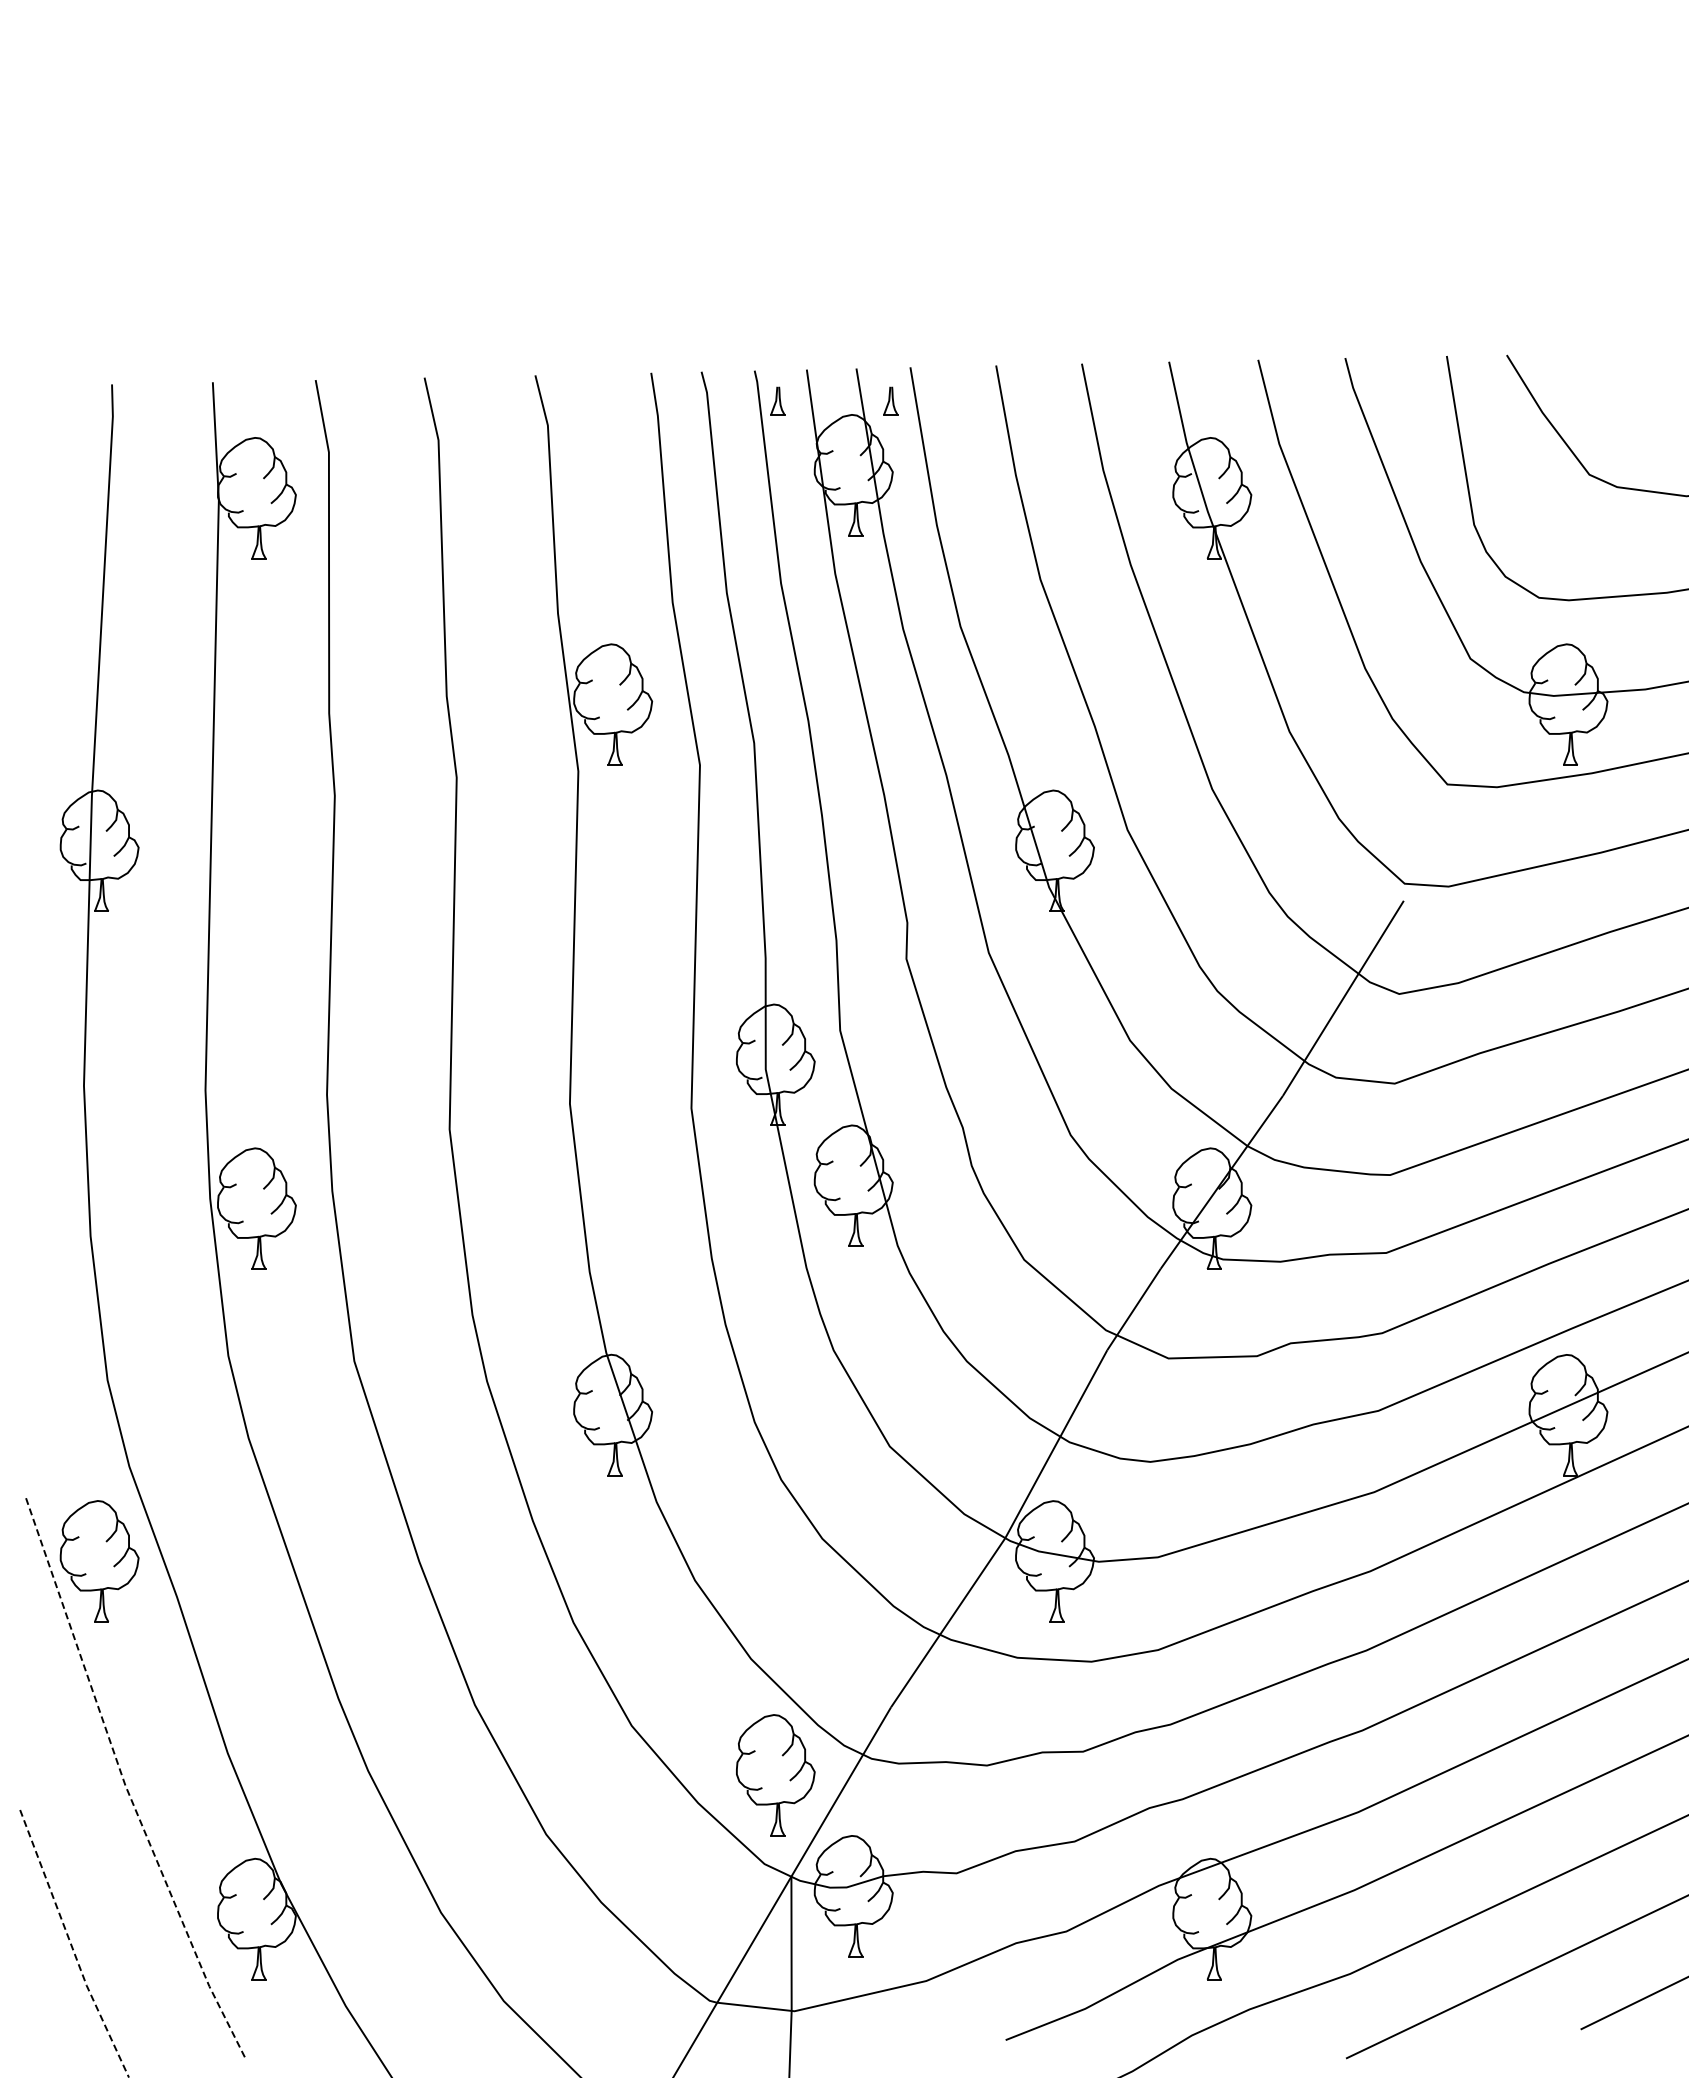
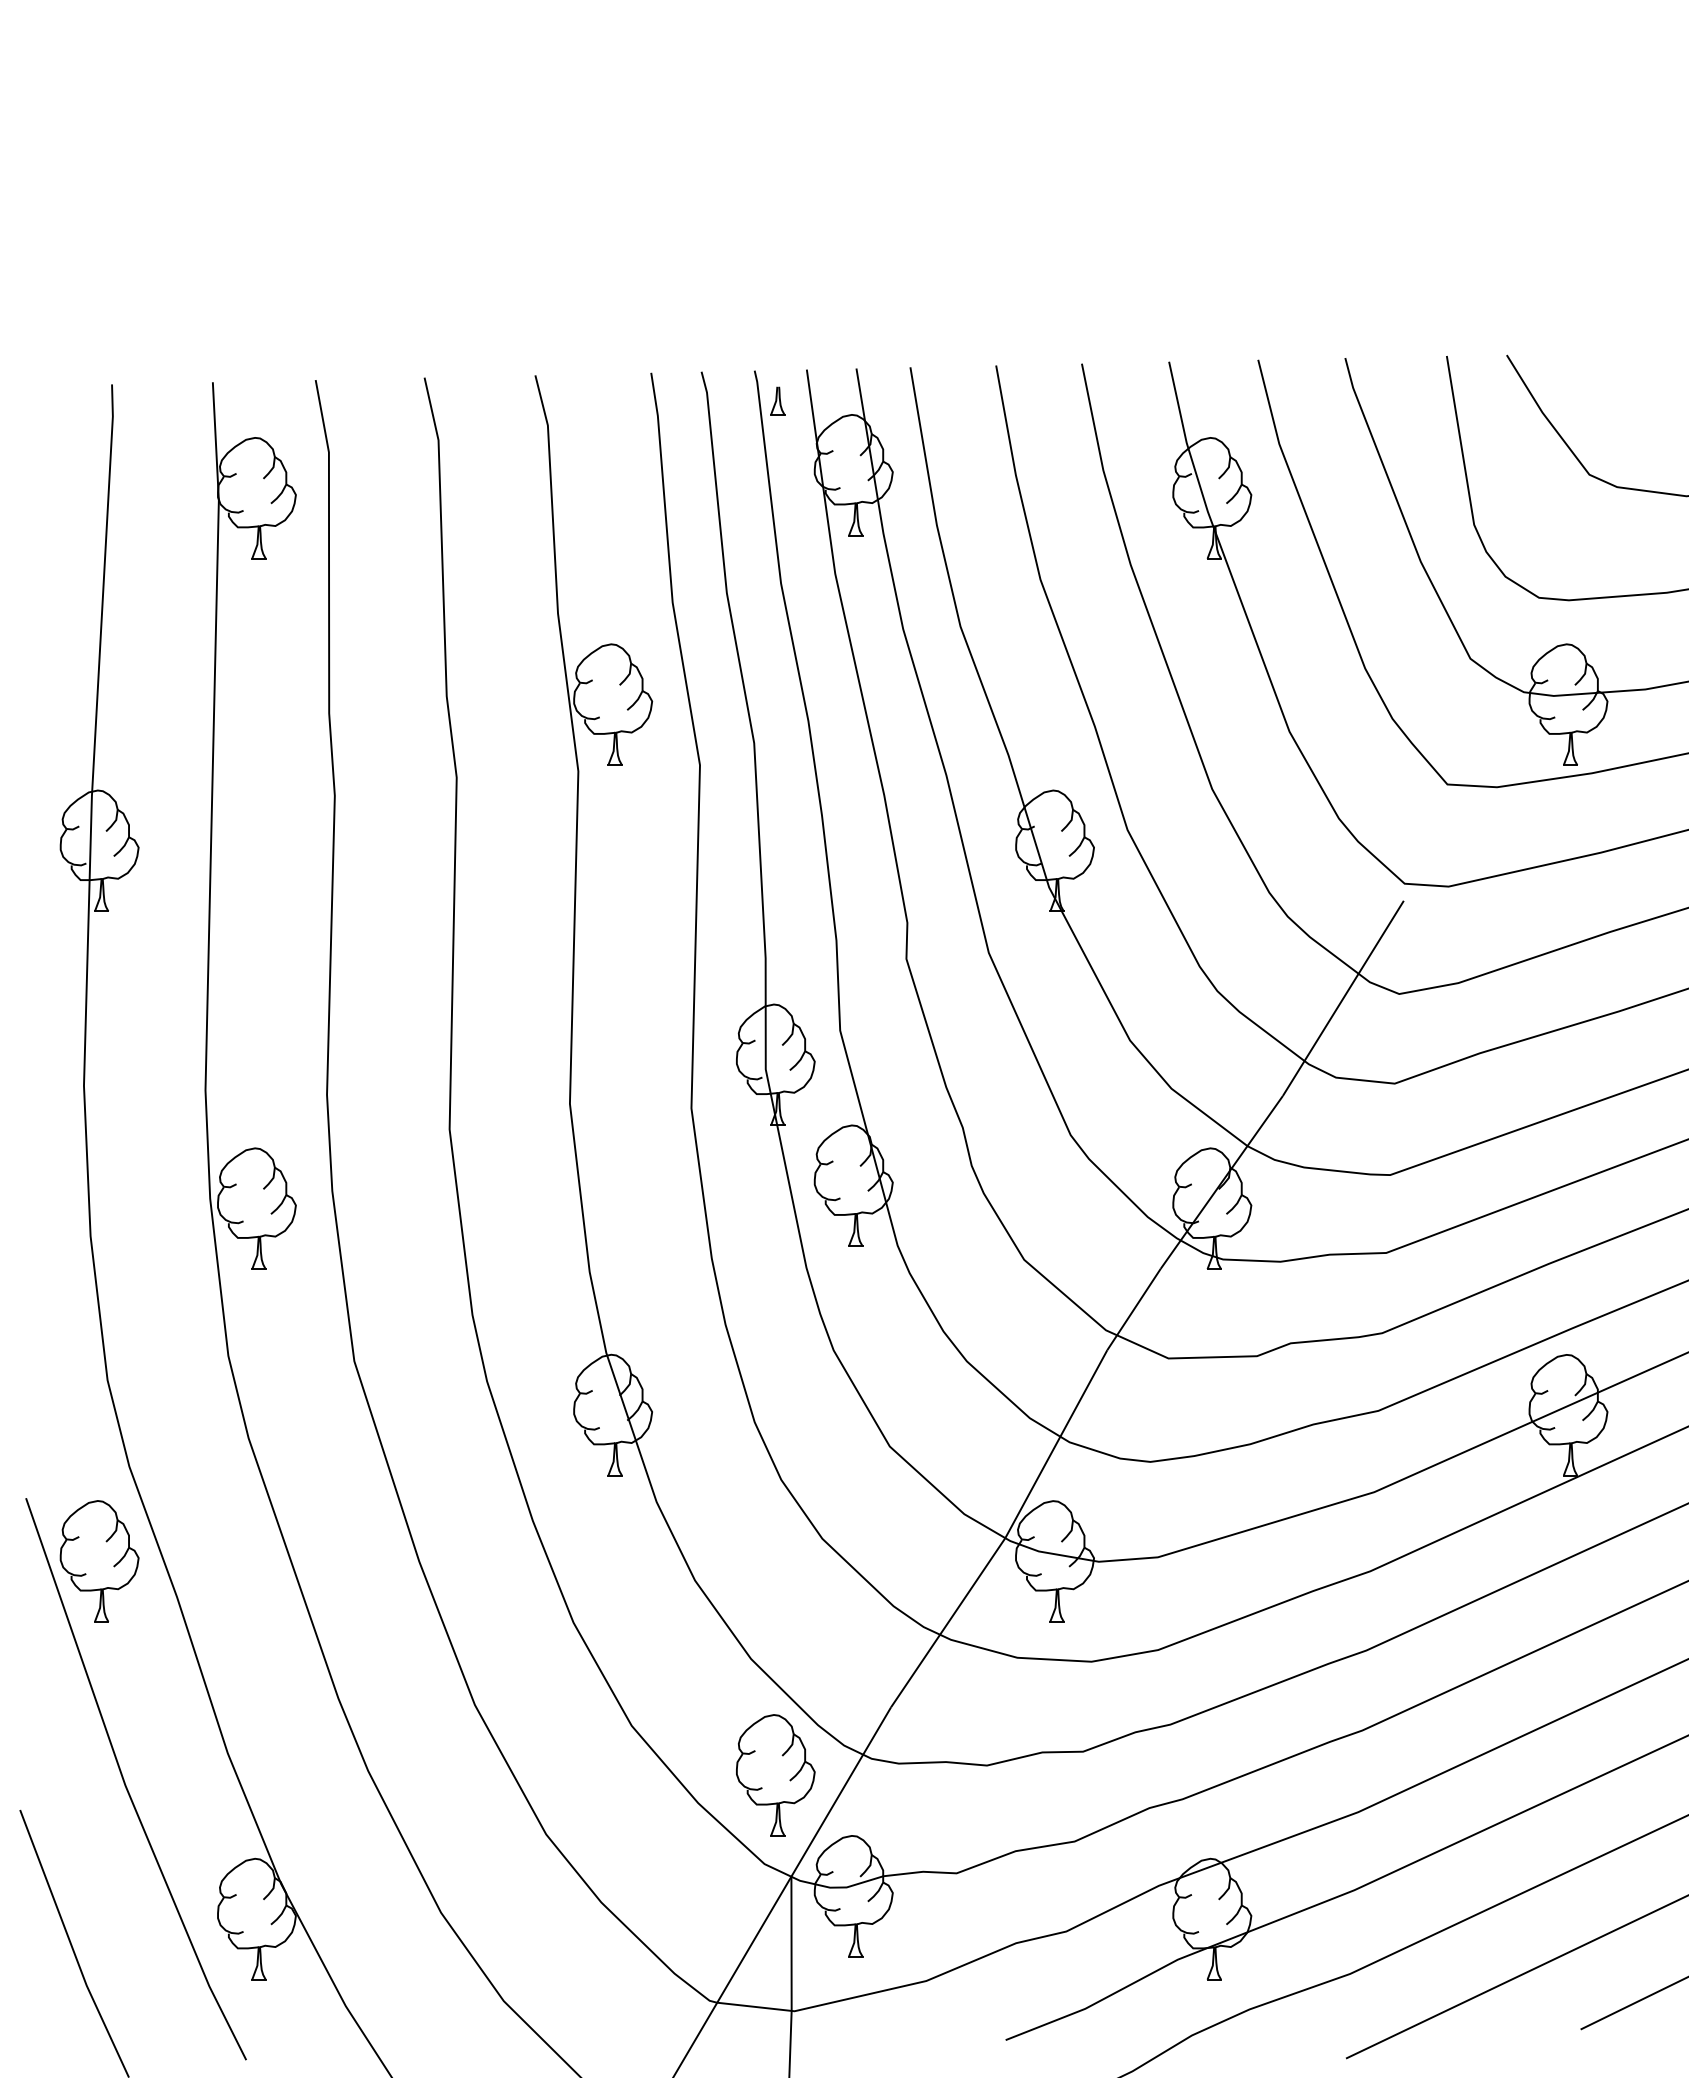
part at (890, 400): present -> none
line at (125, 1785): dashed -> solid
line at (71, 1946): dashed -> solid
